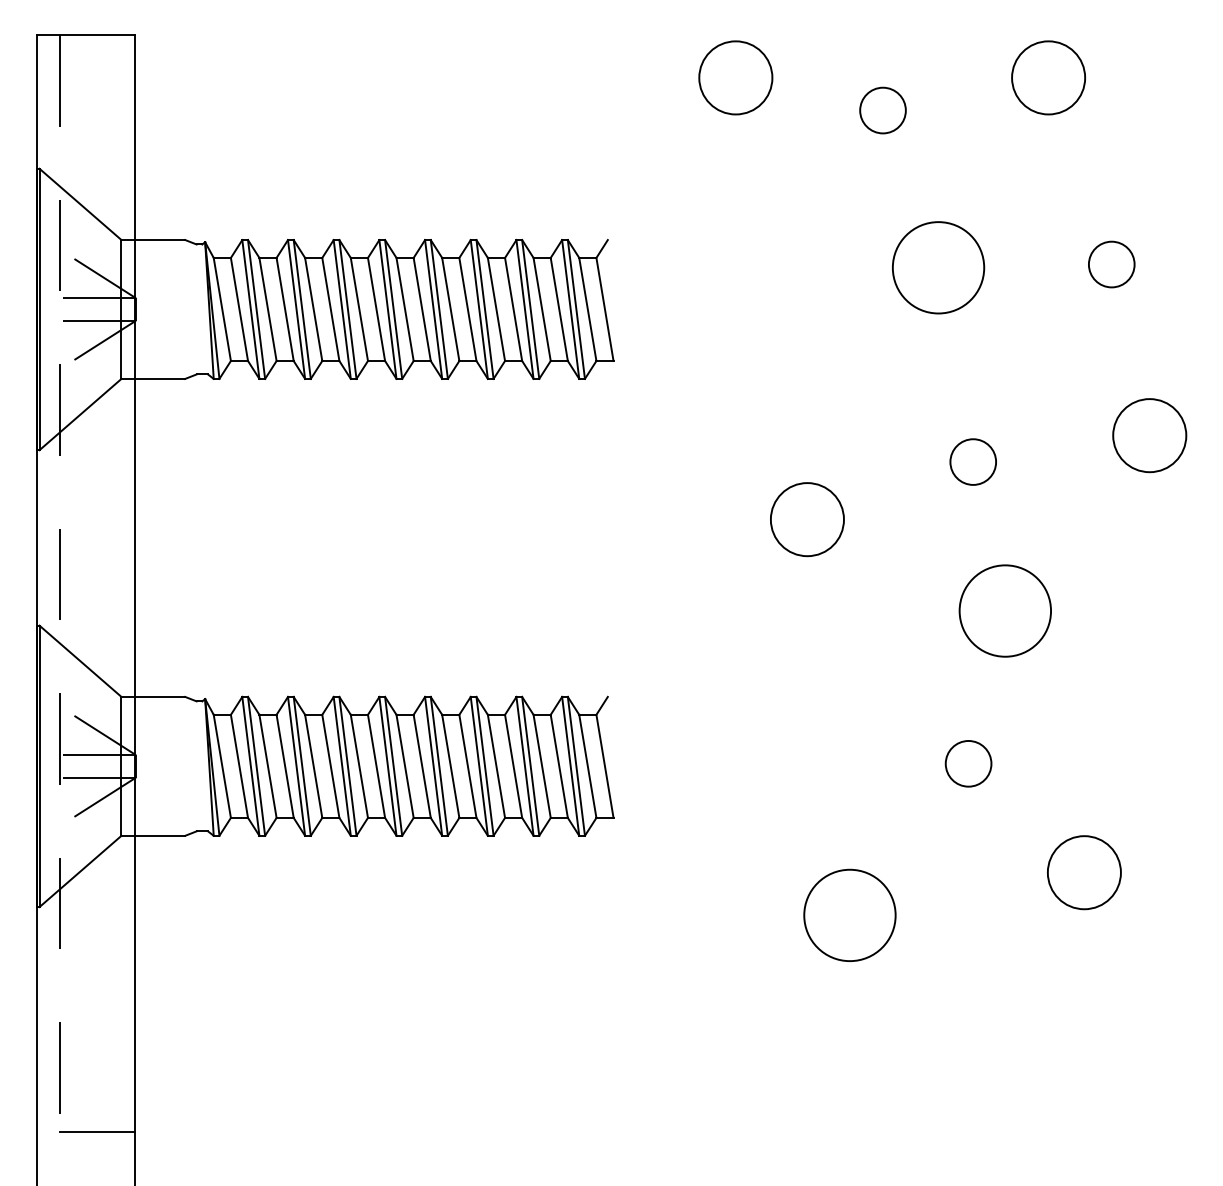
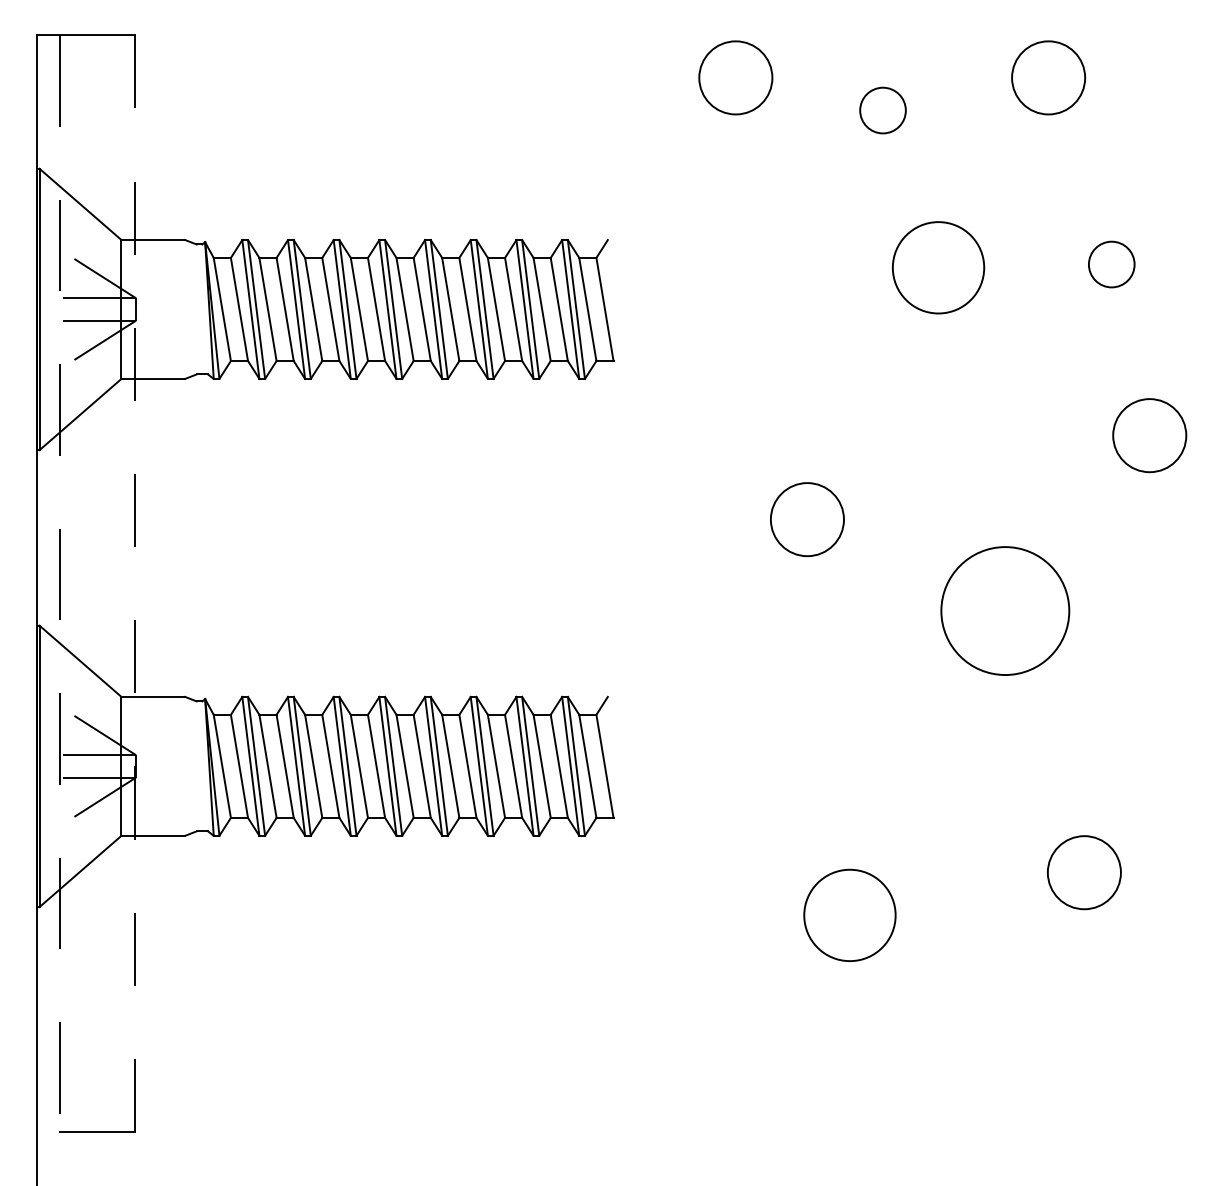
circle at (972, 461): present -> none
line at (134, 610): solid -> dashed
circle at (1005, 610) diameter: 91 px -> 128 px
circle at (968, 763): present -> none
